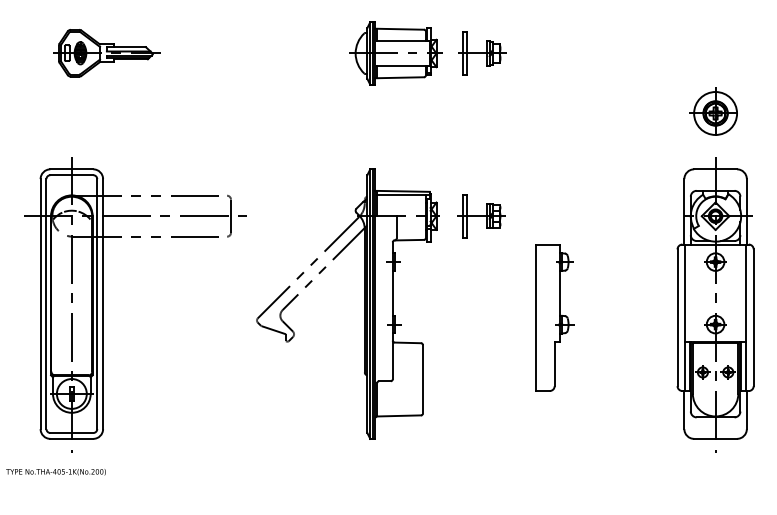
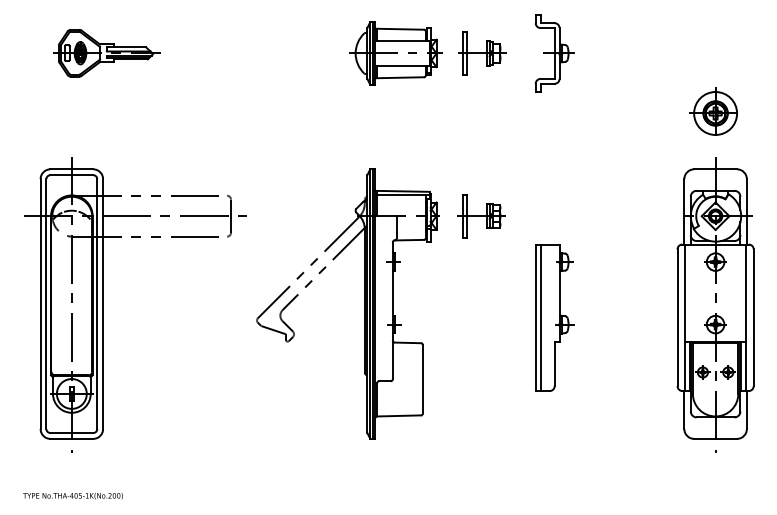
part at (554, 53): none -> present
line at (540, 317): none -> present
text at (55, 472) position: (55, 472) -> (72, 496)
